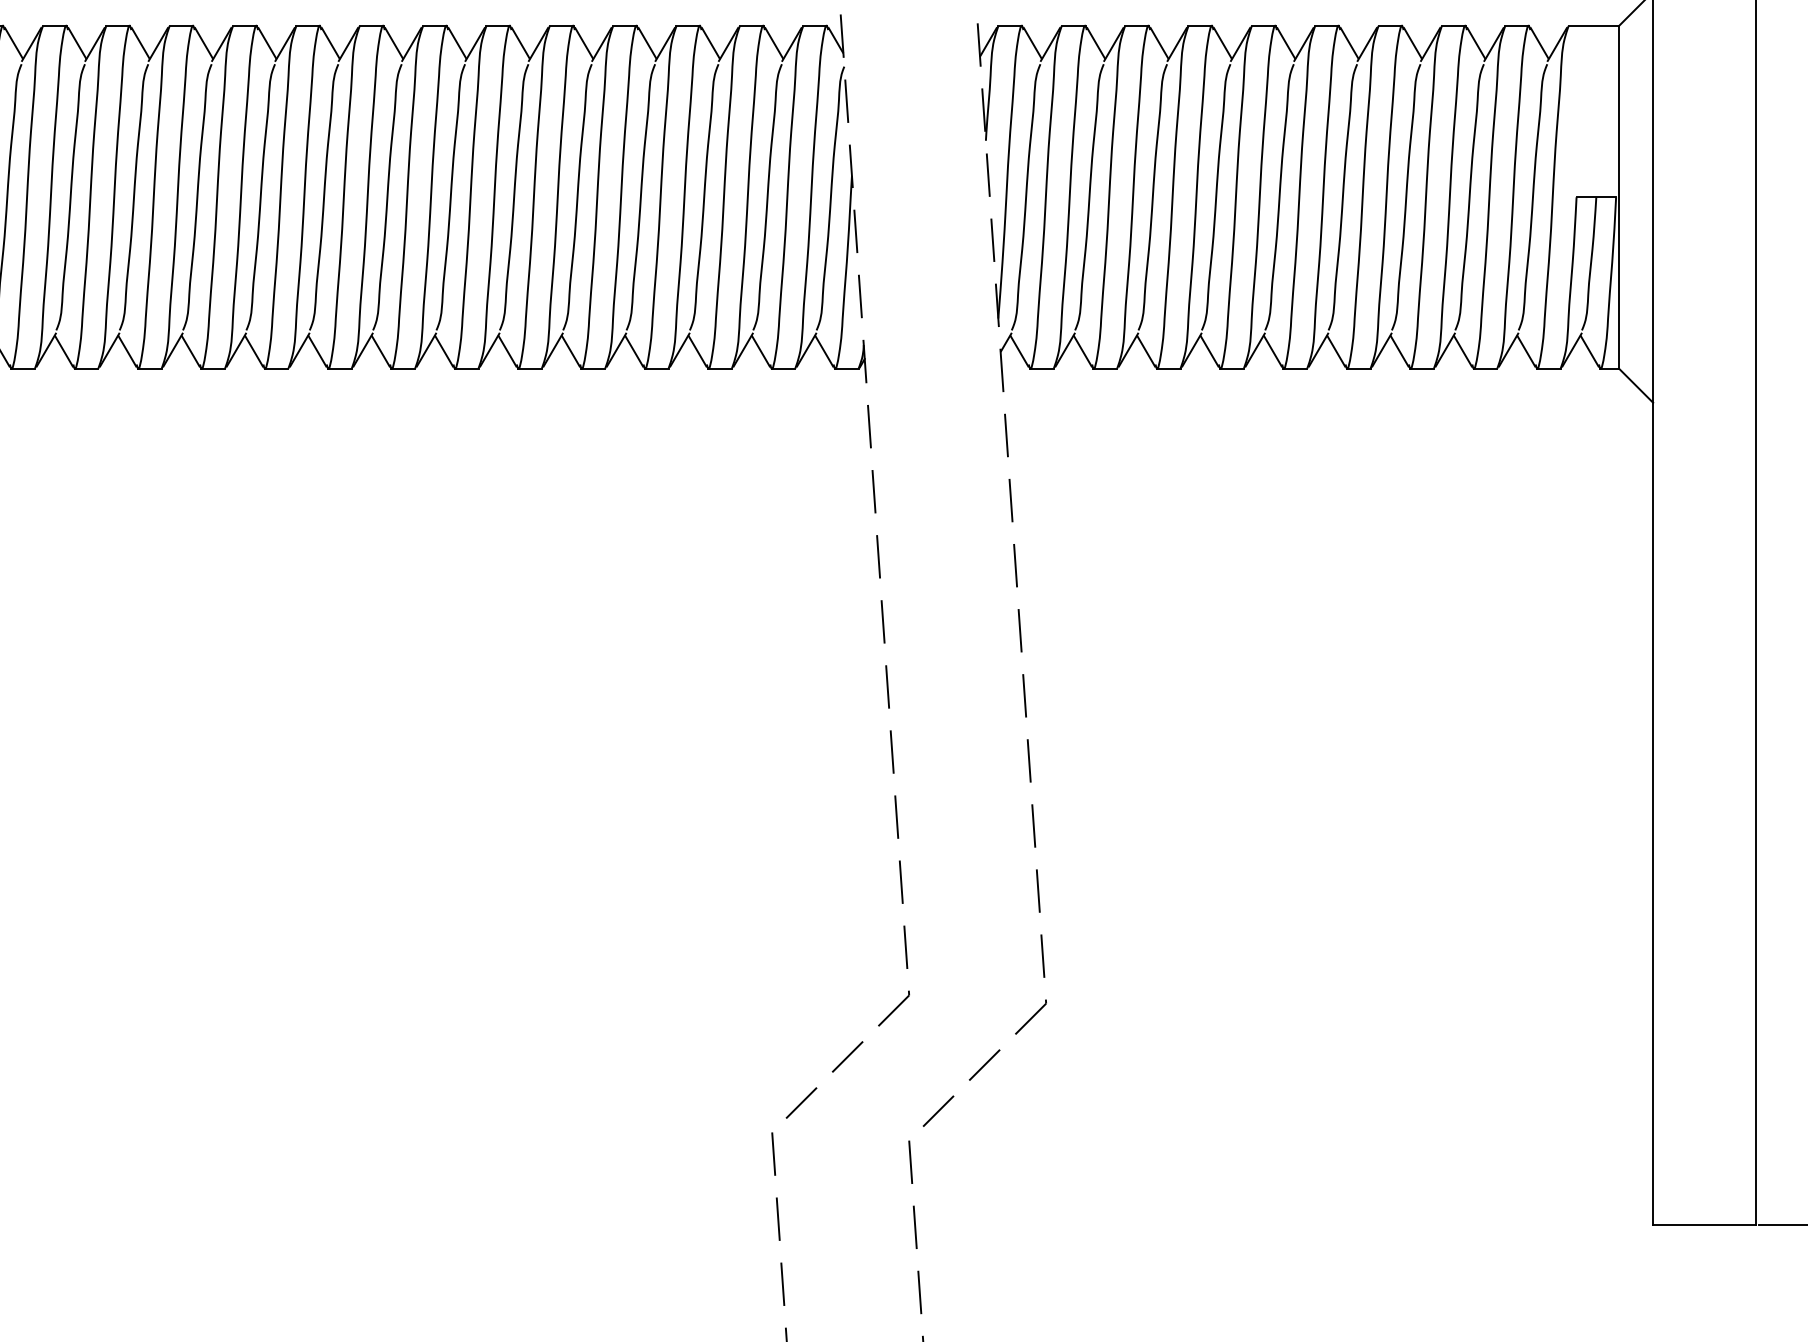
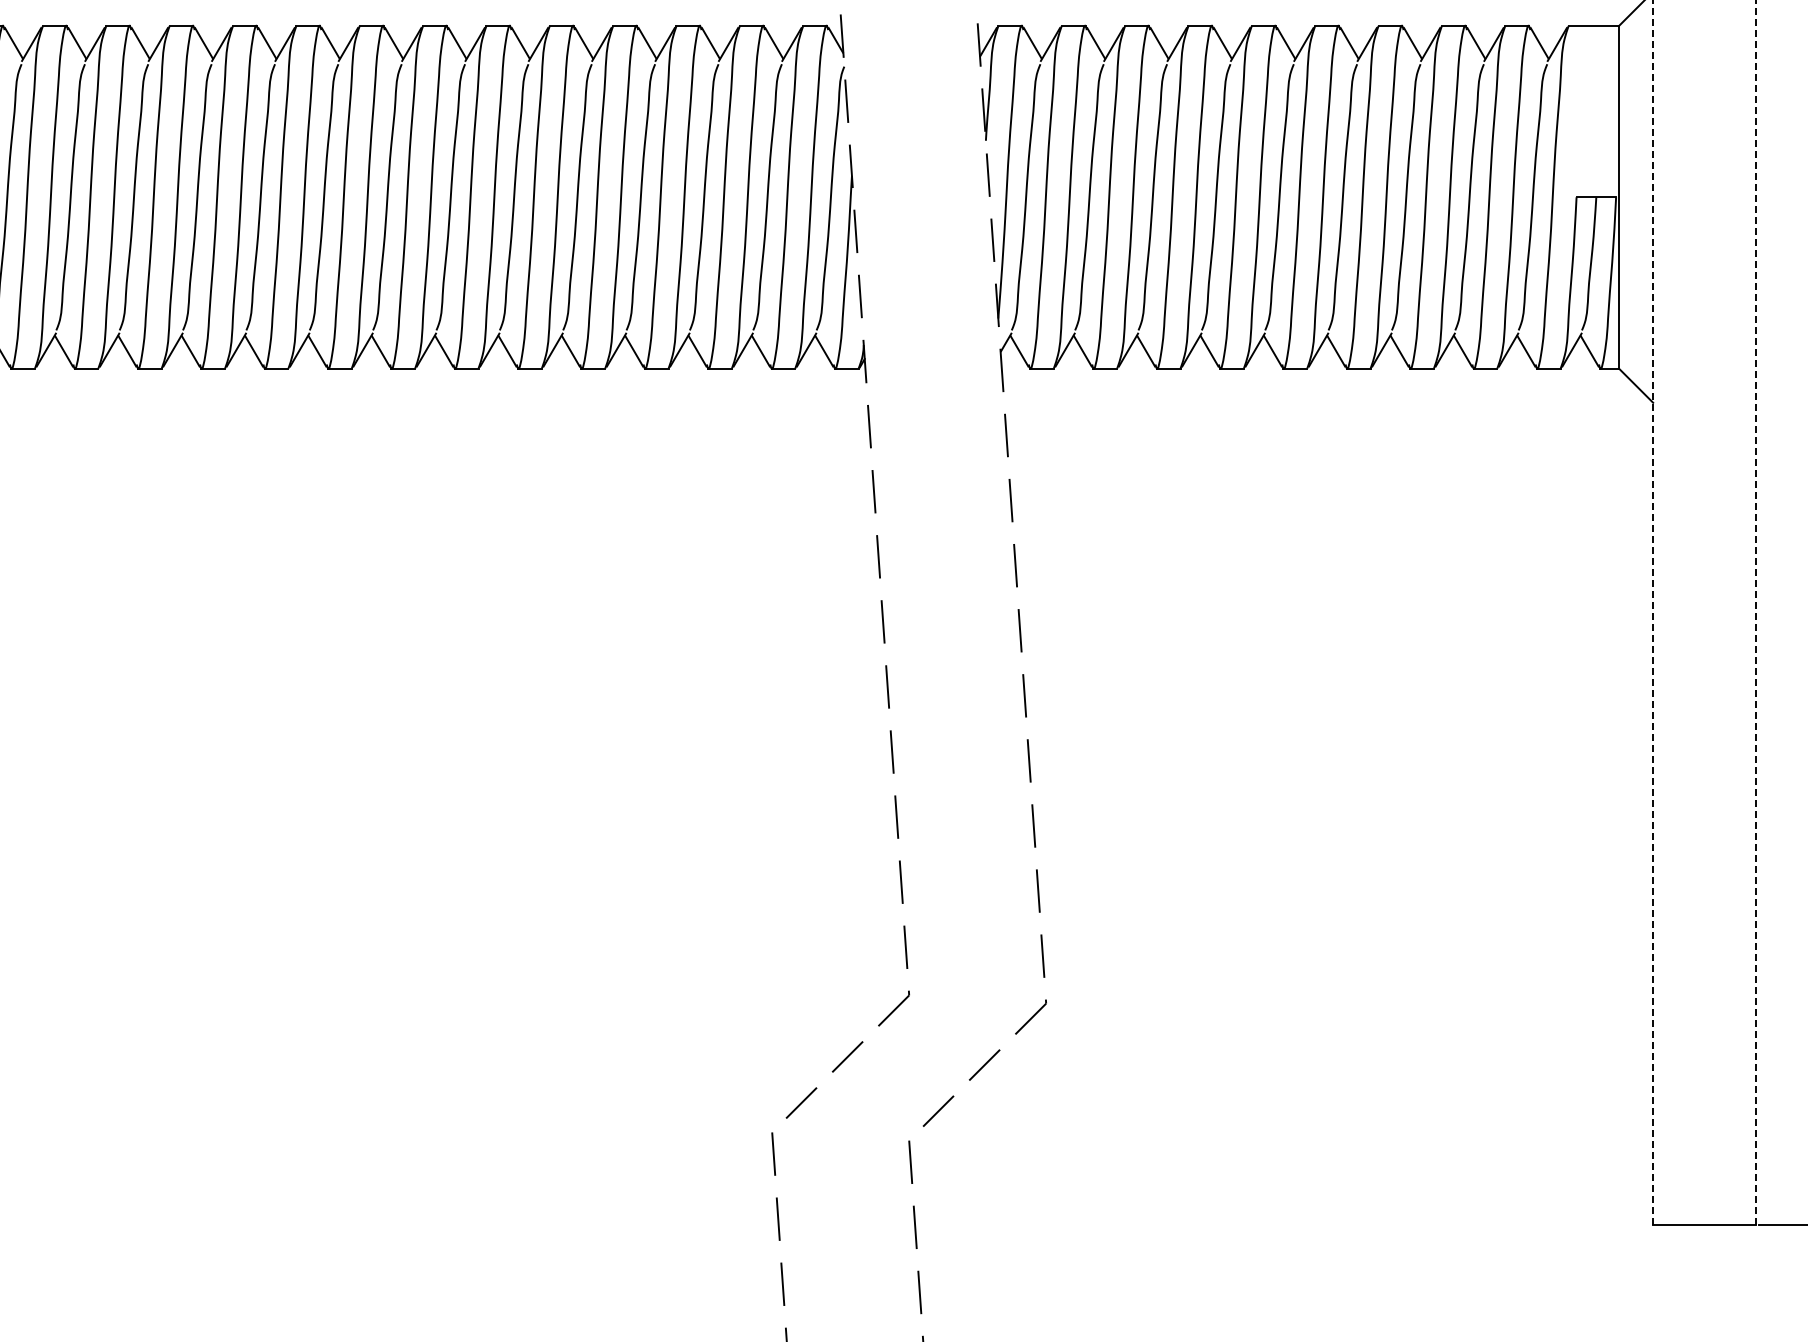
line at (1653, 612): solid -> dashed
line at (1755, 612): solid -> dashed
